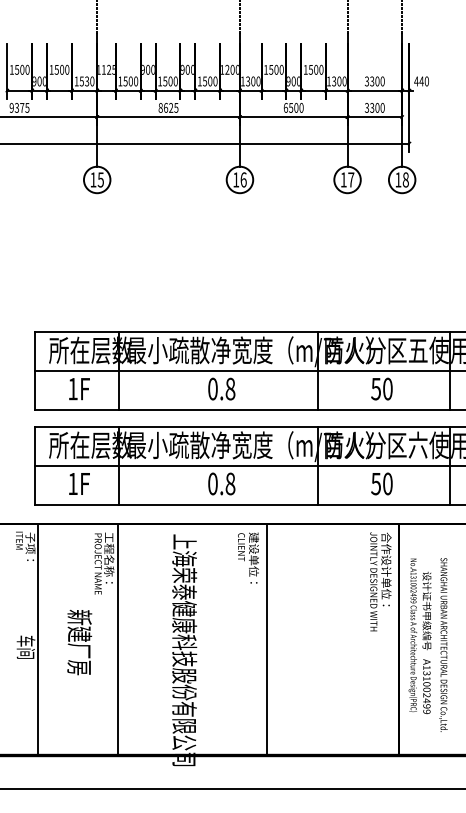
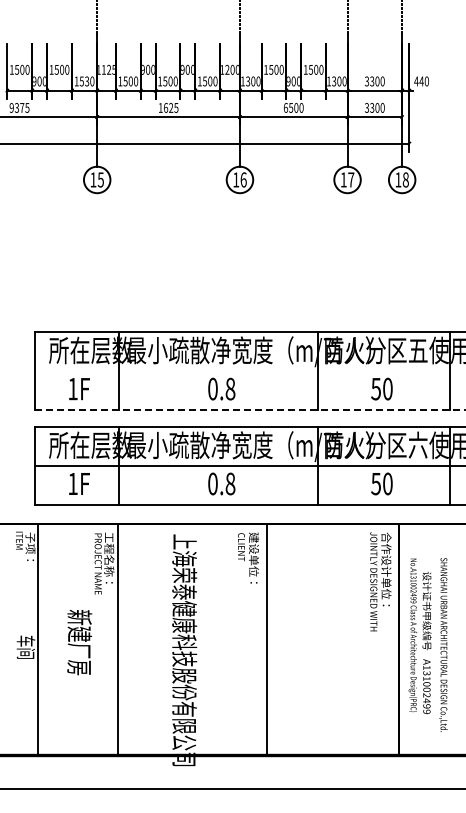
text at (160, 107): 8625 -> 1625
line at (248, 370): present -> none
line at (250, 410): solid -> dashed
